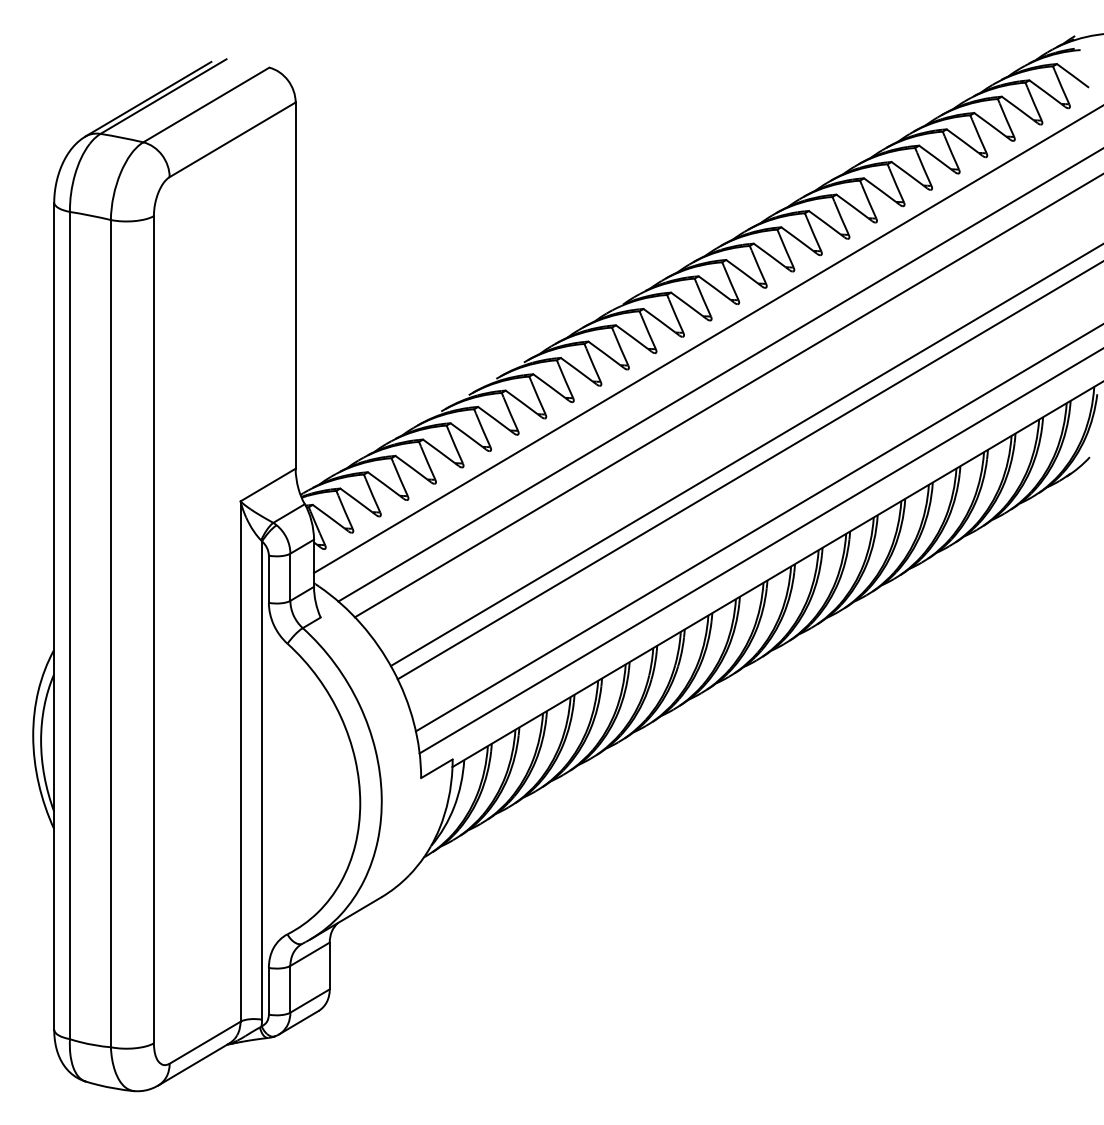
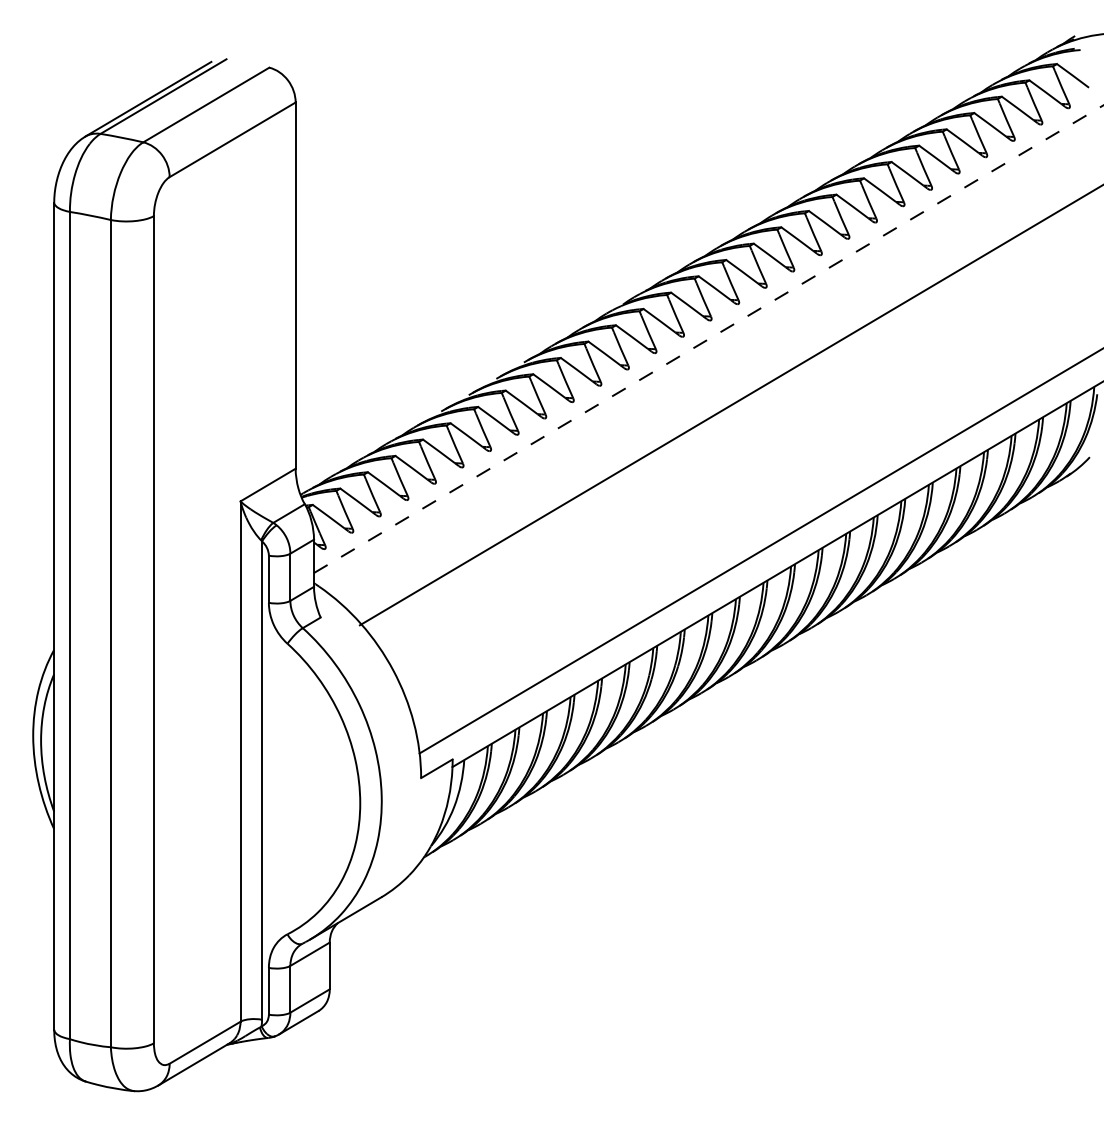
line at (708, 339): solid -> dashed
line at (719, 375): present -> none
line at (727, 396) position: (727, 396) -> (729, 405)
line at (745, 455): present -> none
line at (748, 470): present -> none
line at (757, 528): present -> none
